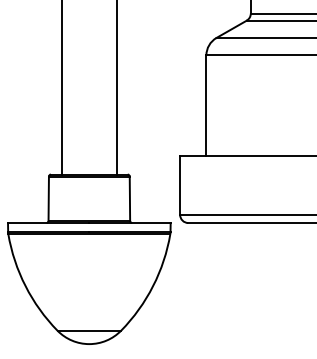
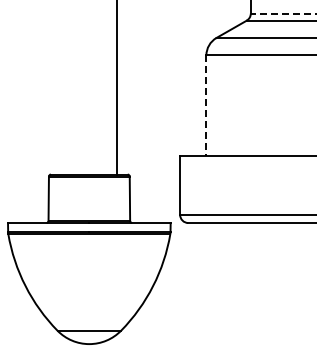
line at (283, 13): solid -> dashed
line at (62, 88): present -> none
line at (206, 106): solid -> dashed
